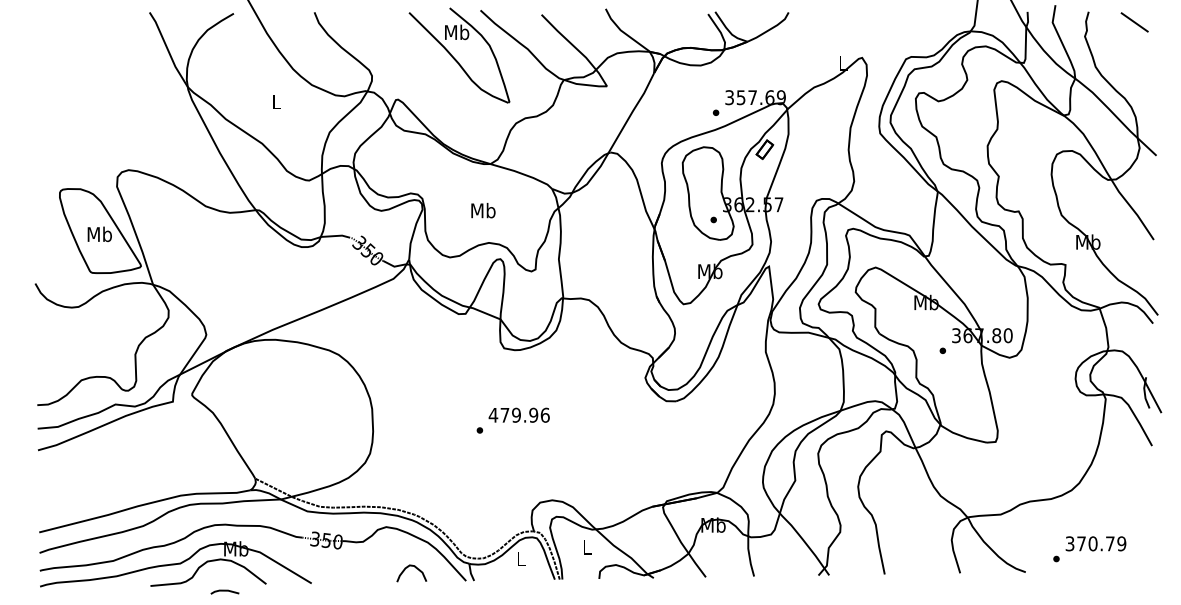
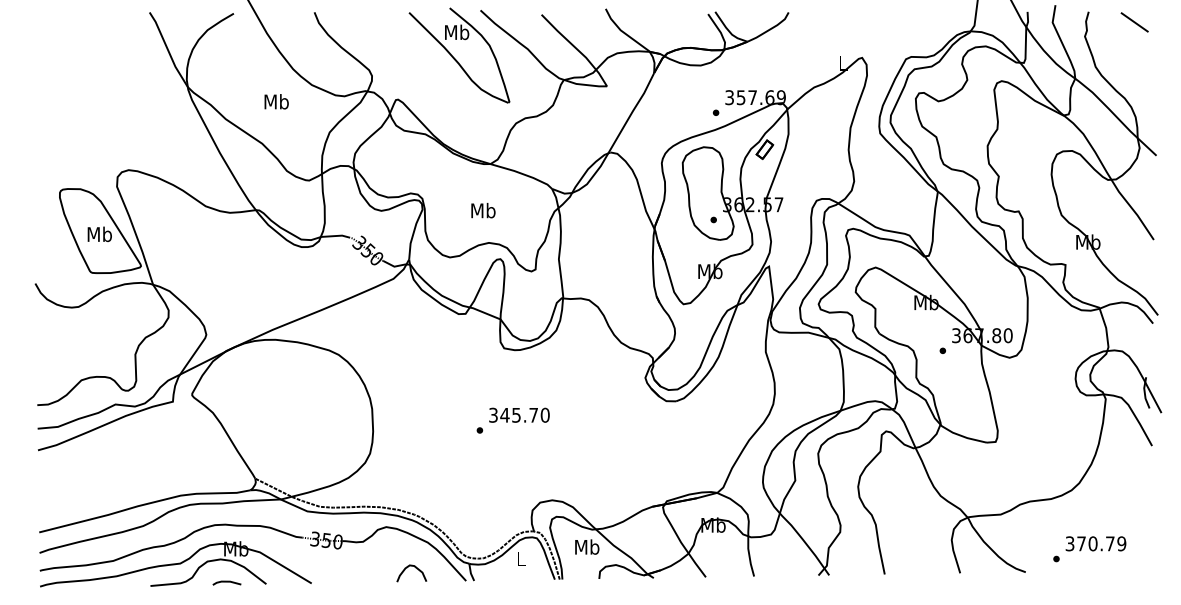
text at (276, 101): L -> Mb
text at (518, 414): 479.96 -> 345.70
text at (587, 546): L -> Mb
line at (224, 591) position: (224, 591) -> (226, 582)
